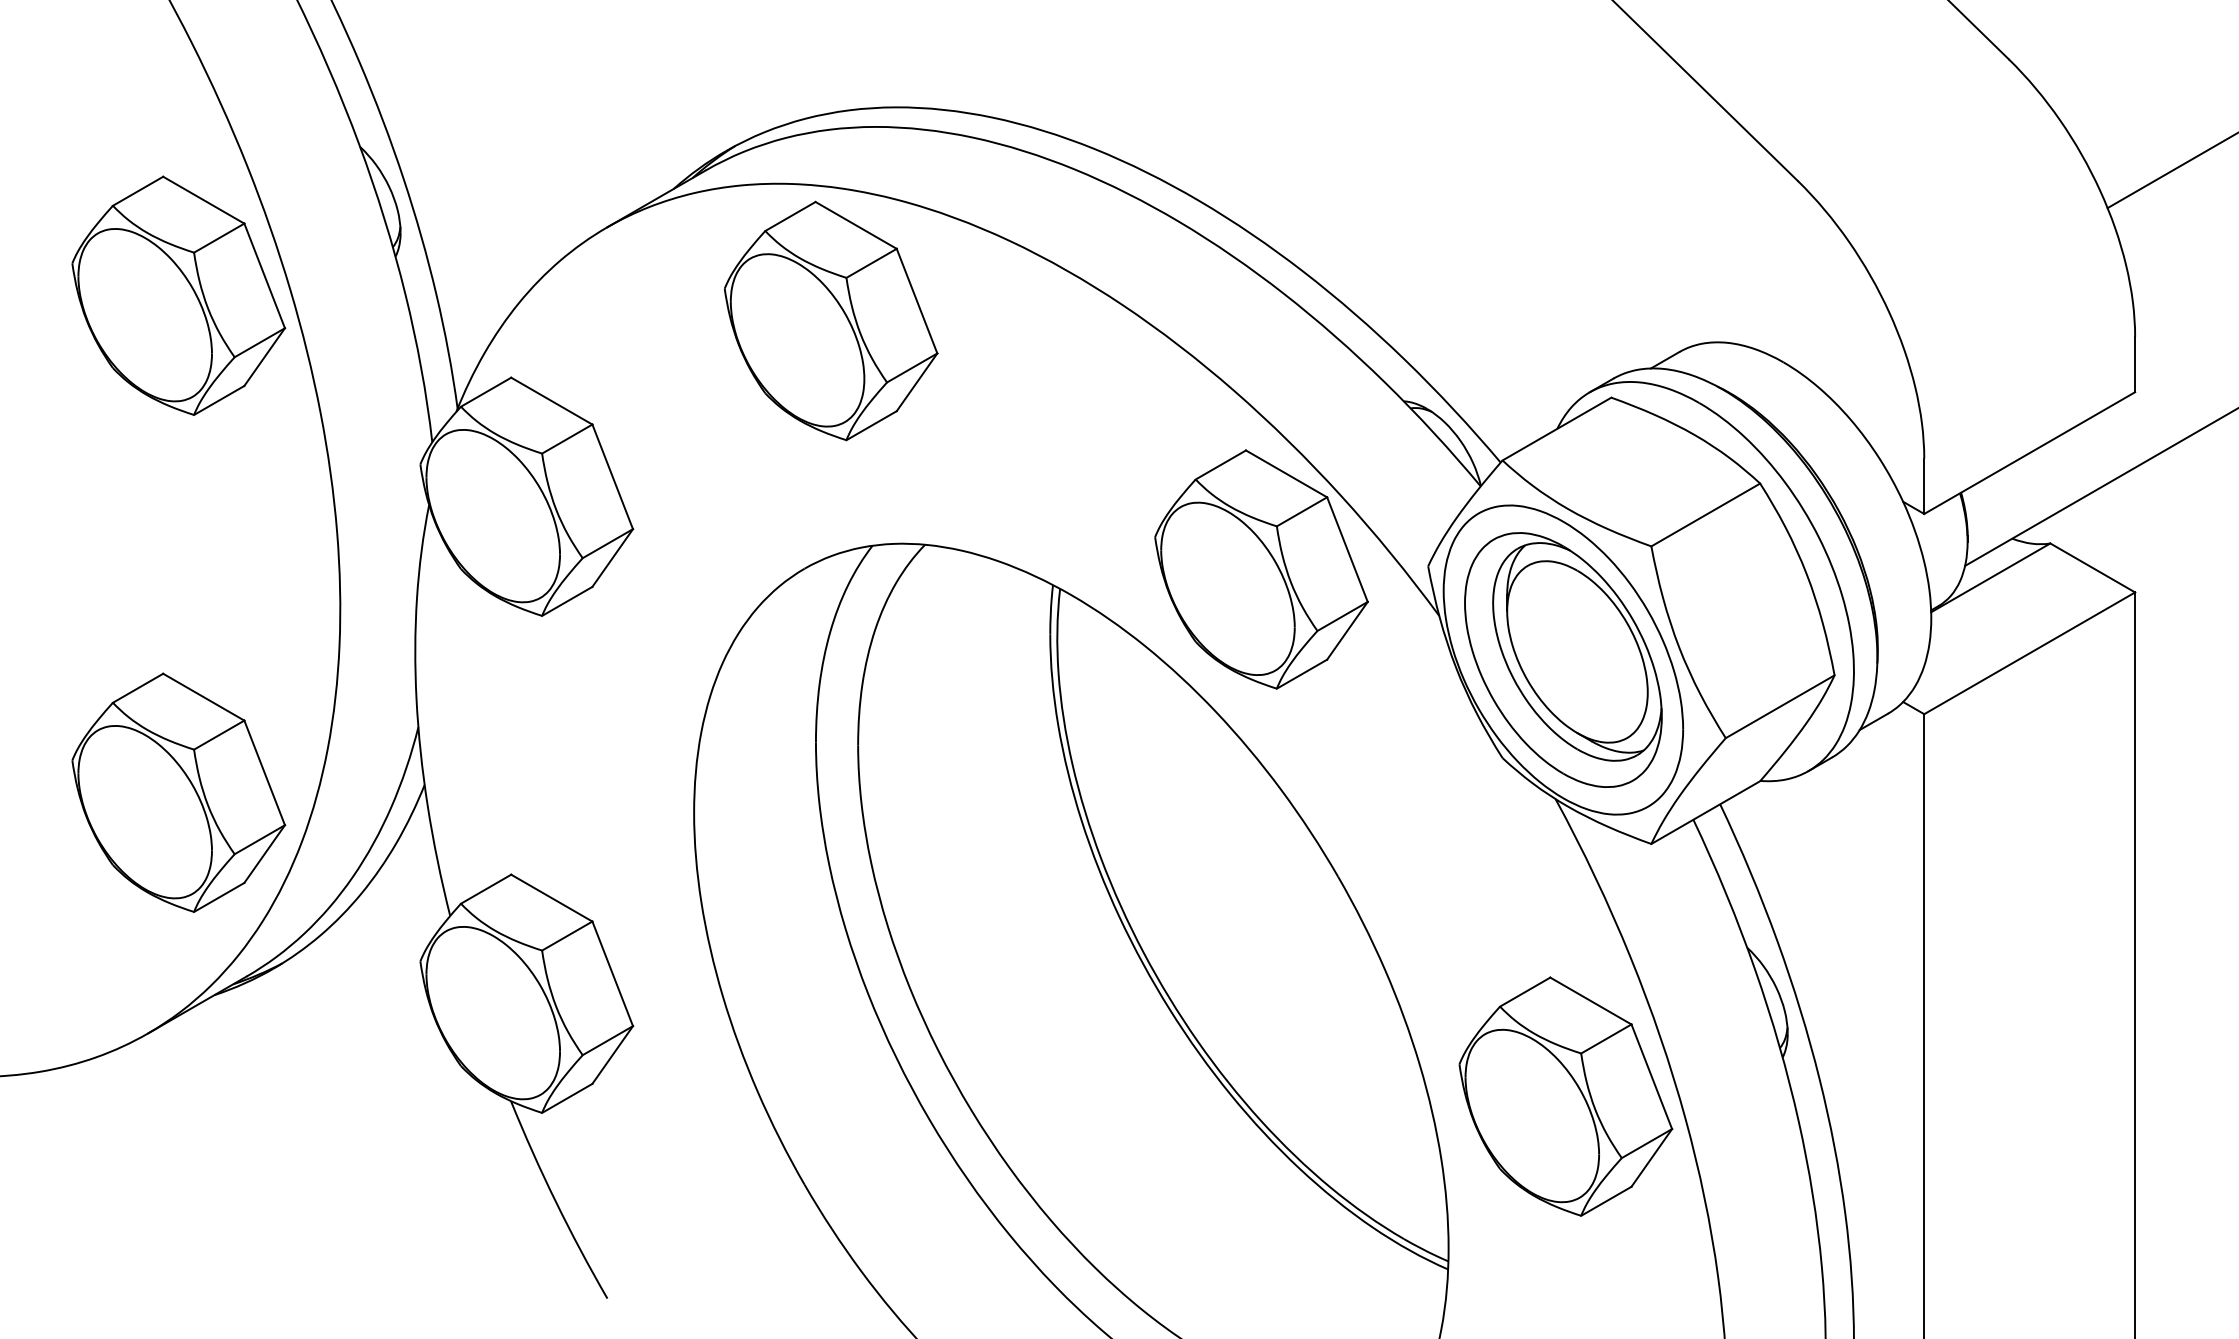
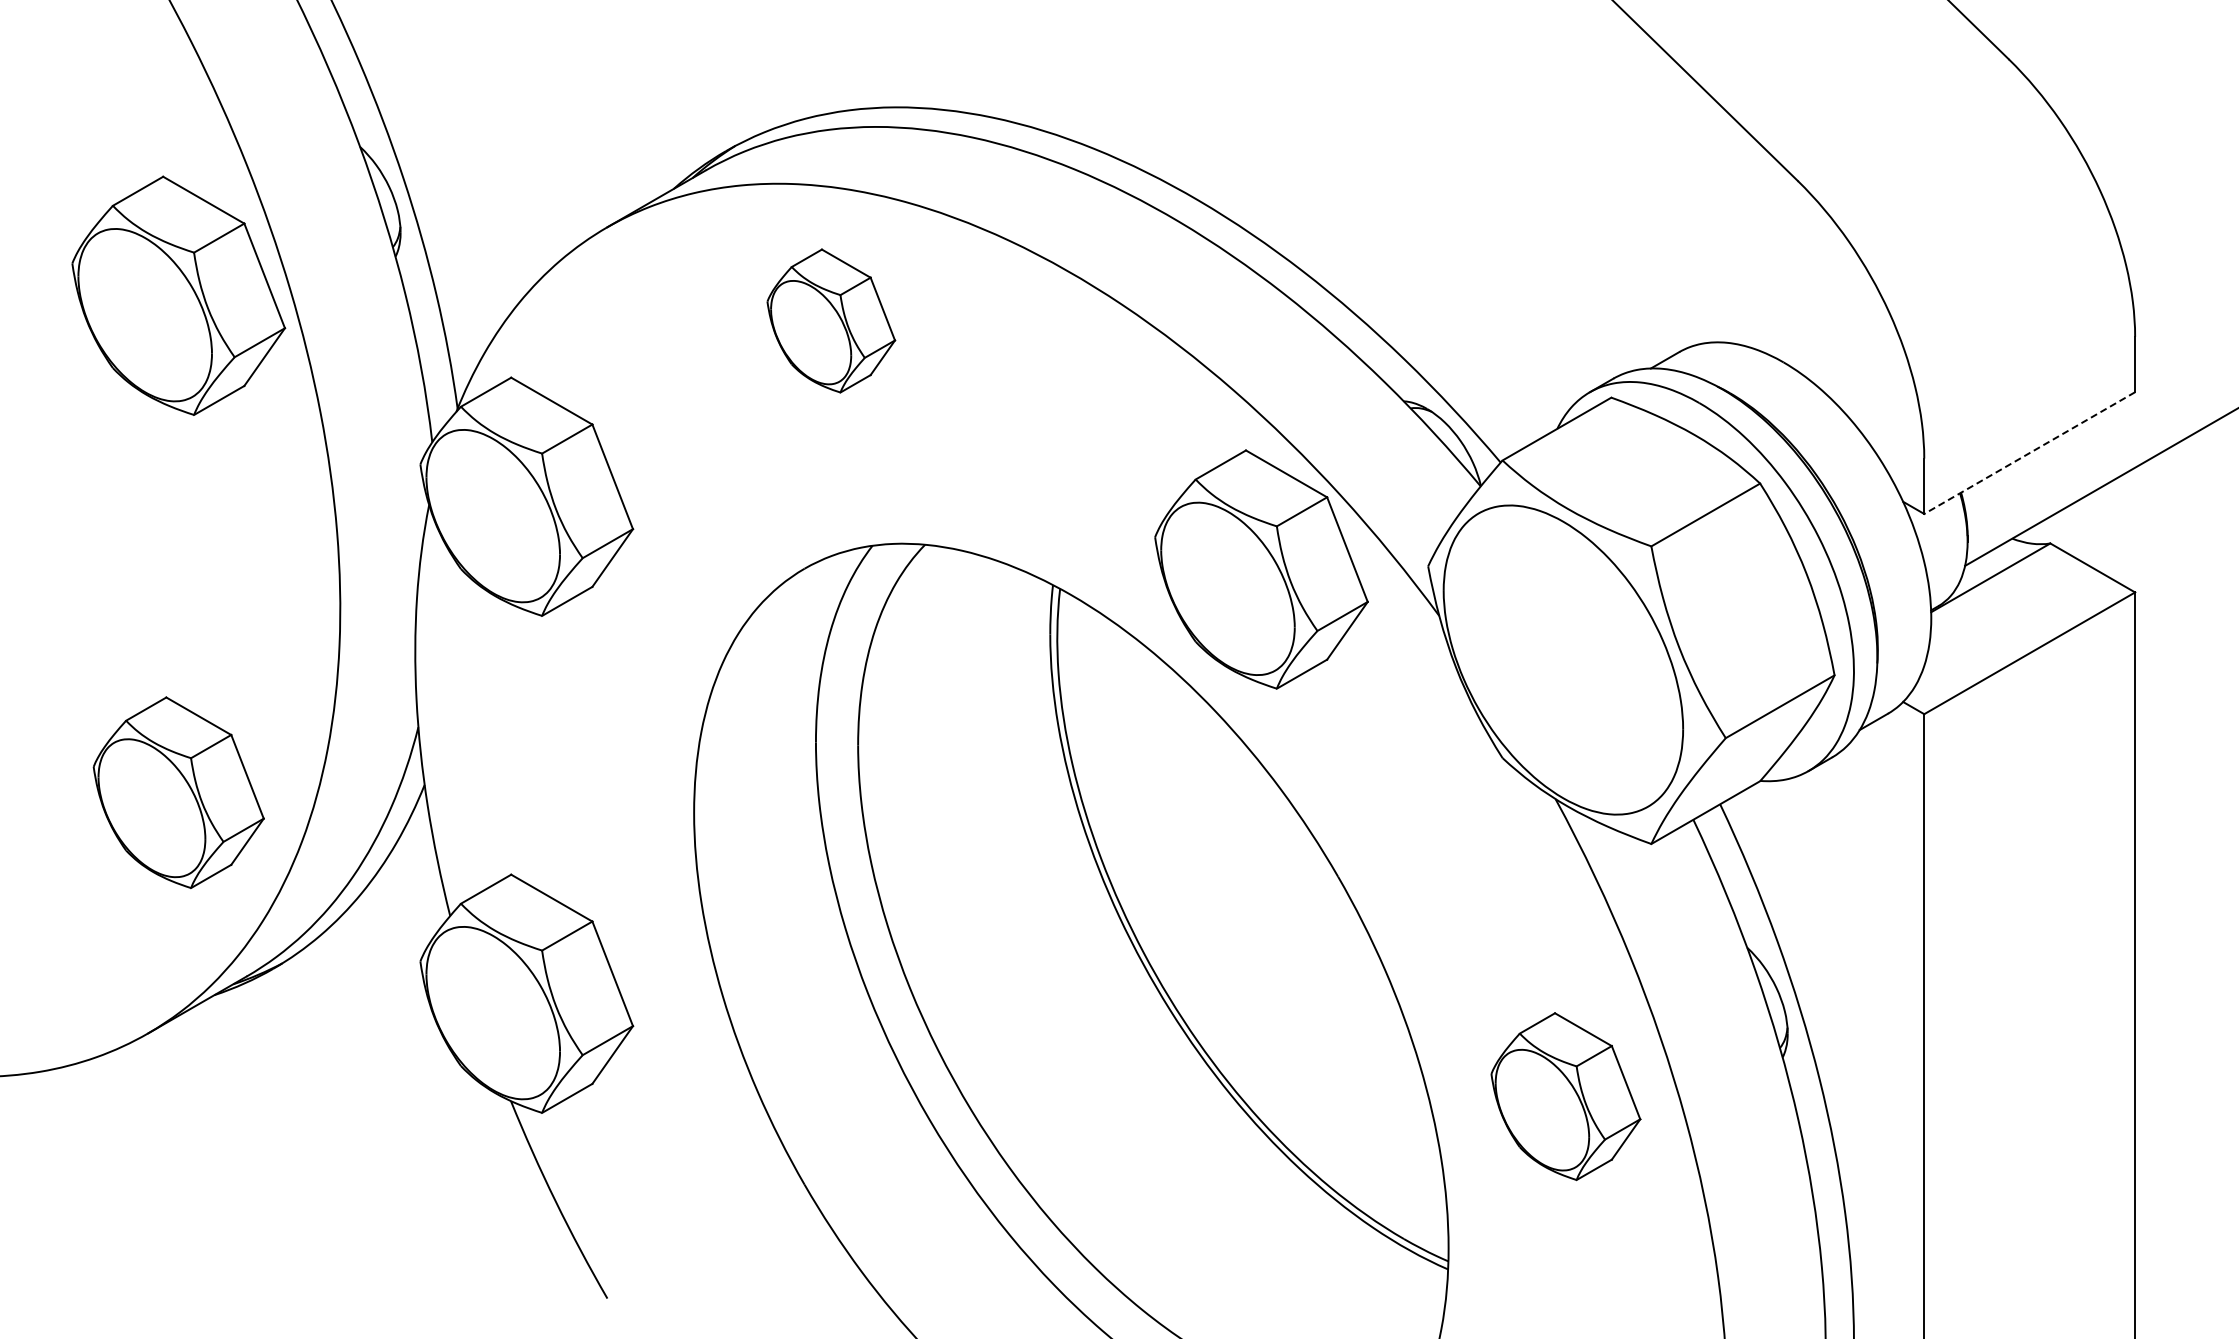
line at (2171, 171): present -> none
part at (831, 320) size: 215x242 px -> 131x146 px
line at (2029, 453): solid -> dashed
part at (1563, 659): present -> none
part at (178, 792) size: 216x241 px -> 173x194 px
part at (1565, 1096) size: 216x241 px -> 152x170 px
